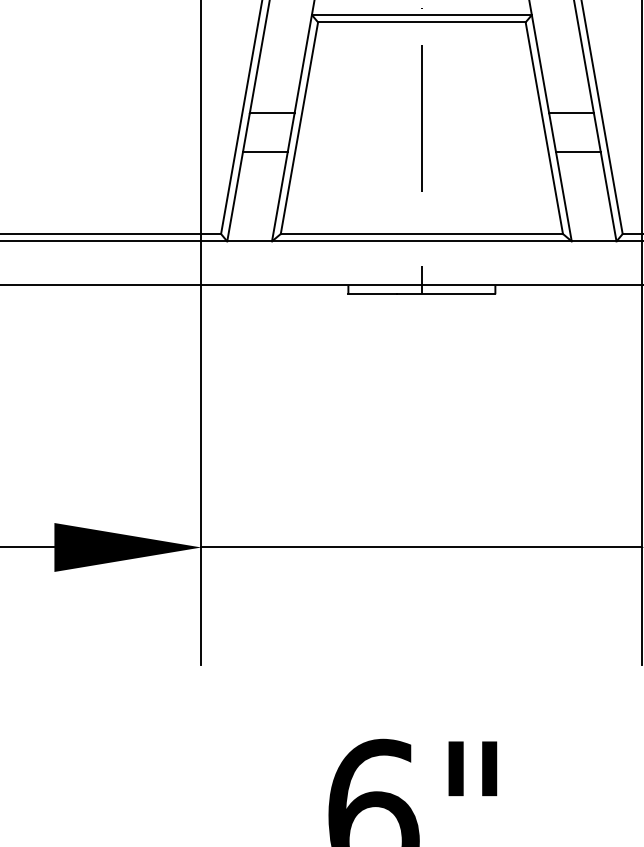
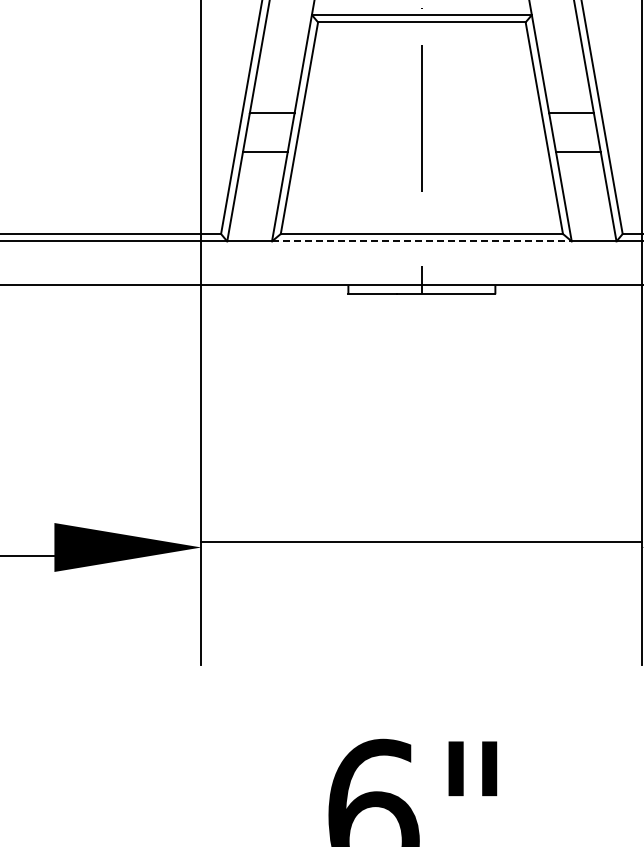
line at (421, 241): solid -> dashed
line at (28, 547) position: (28, 547) -> (28, 556)
line at (420, 547) position: (420, 547) -> (420, 542)
